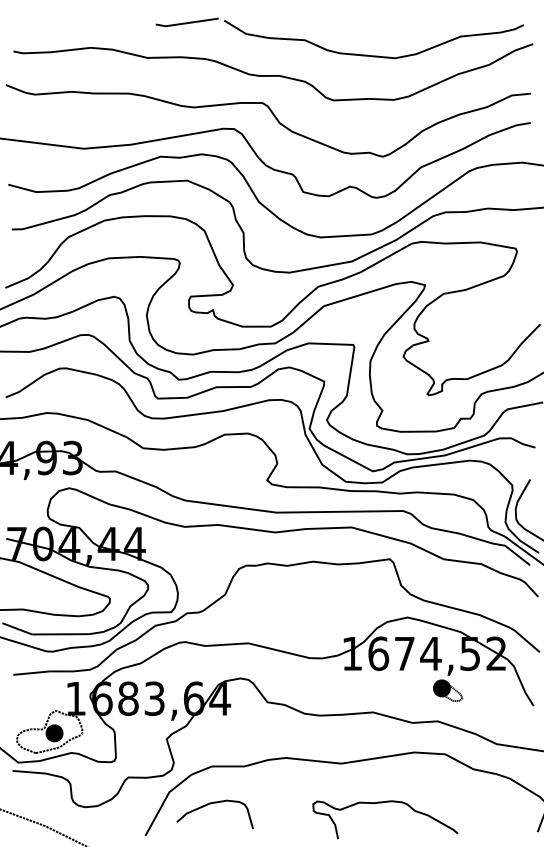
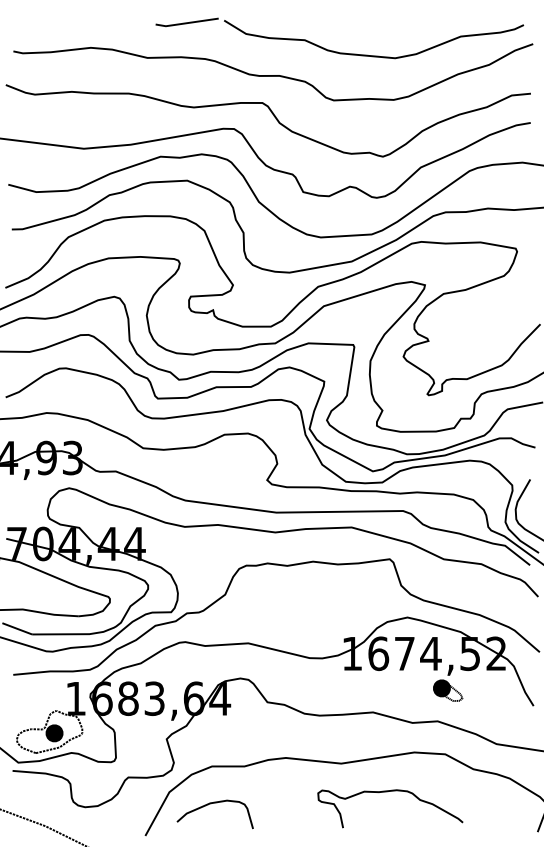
curve at (382, 803) position: (382, 803) -> (387, 792)
